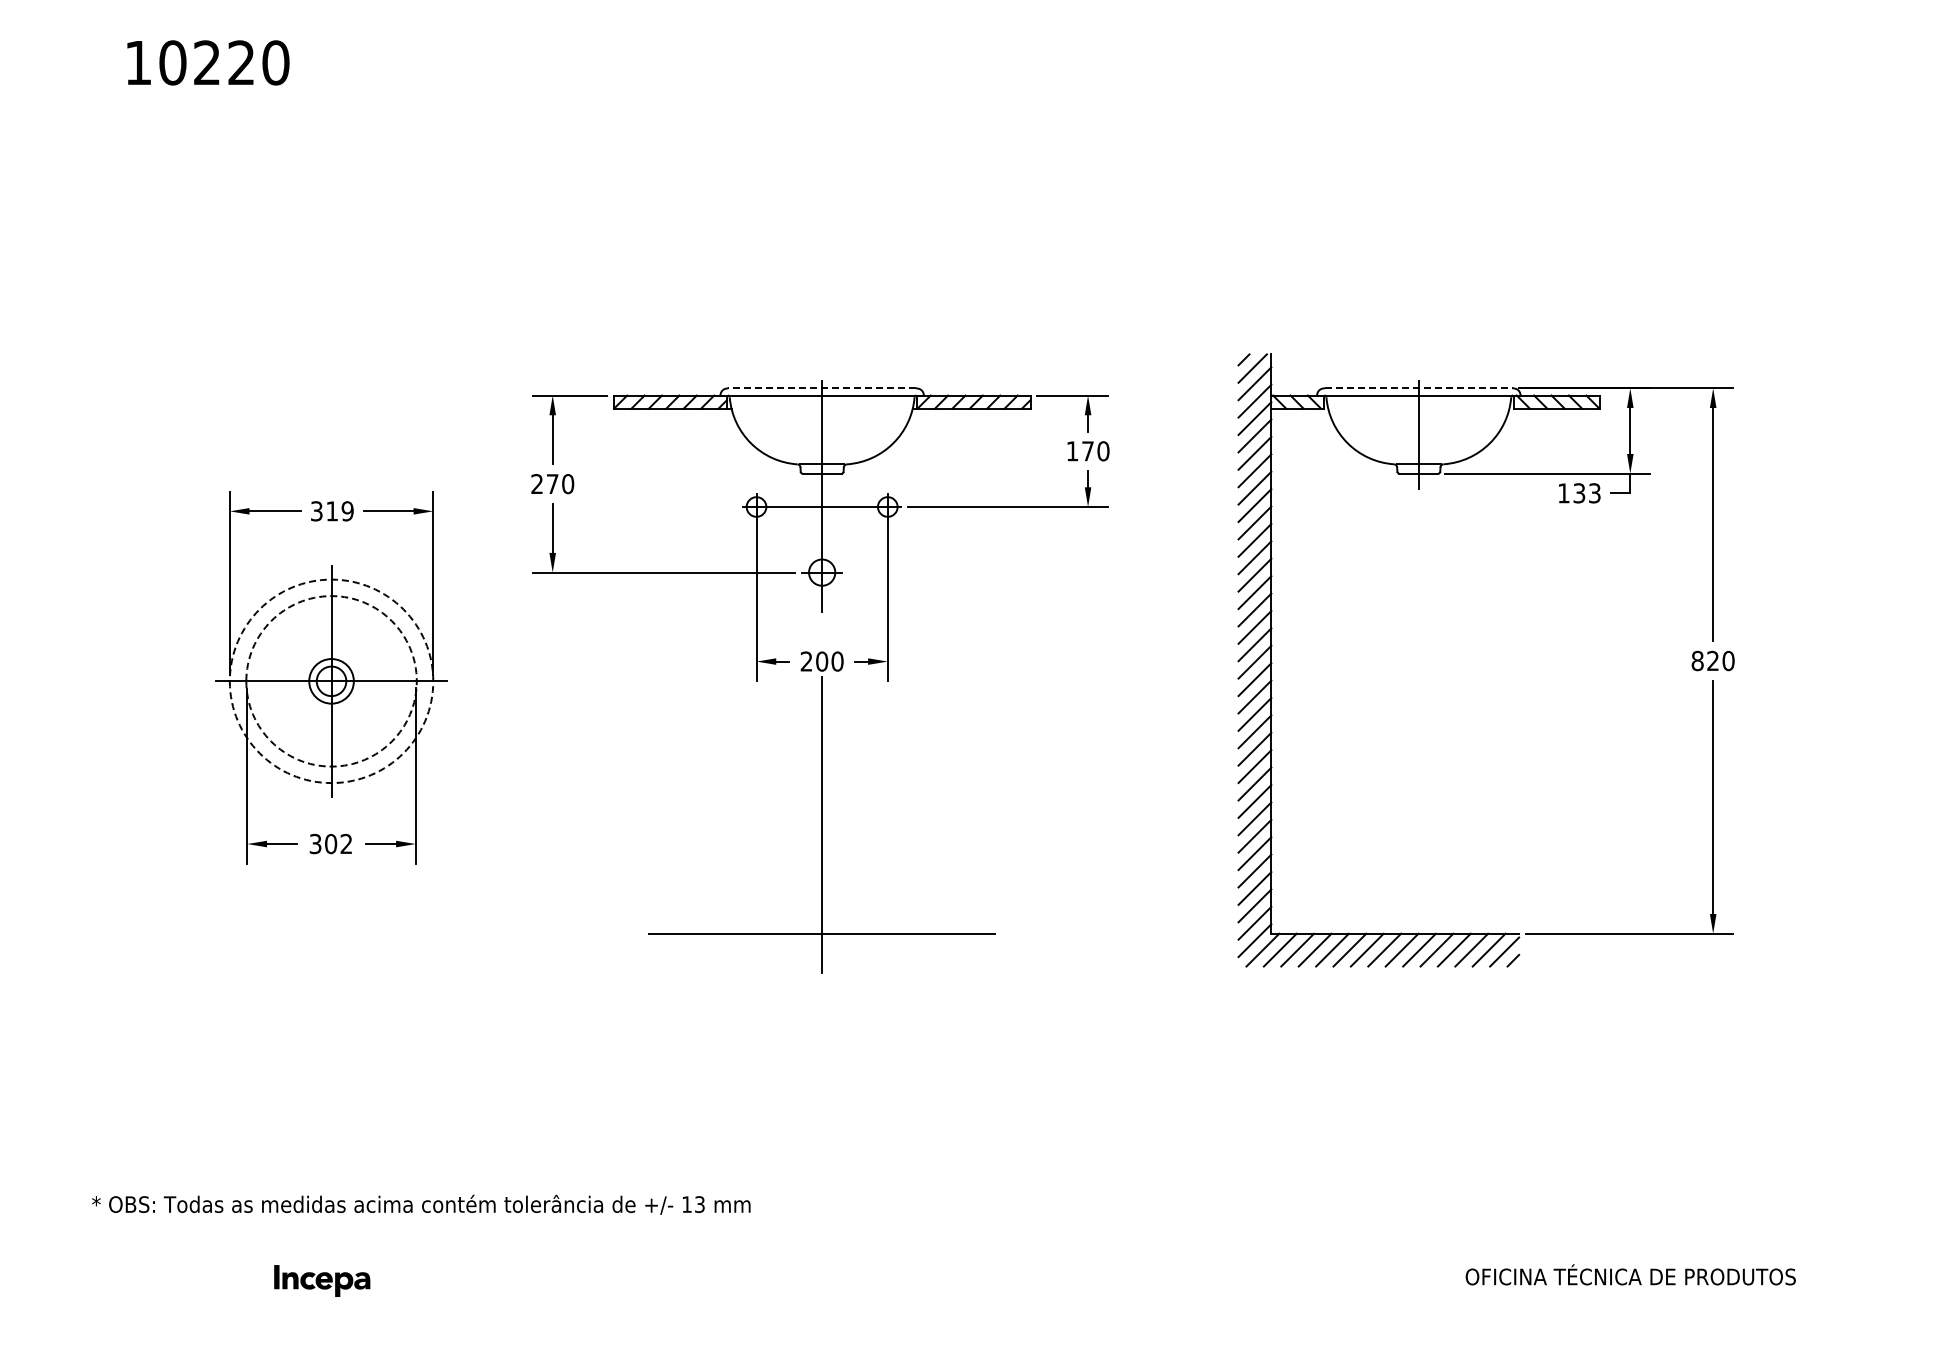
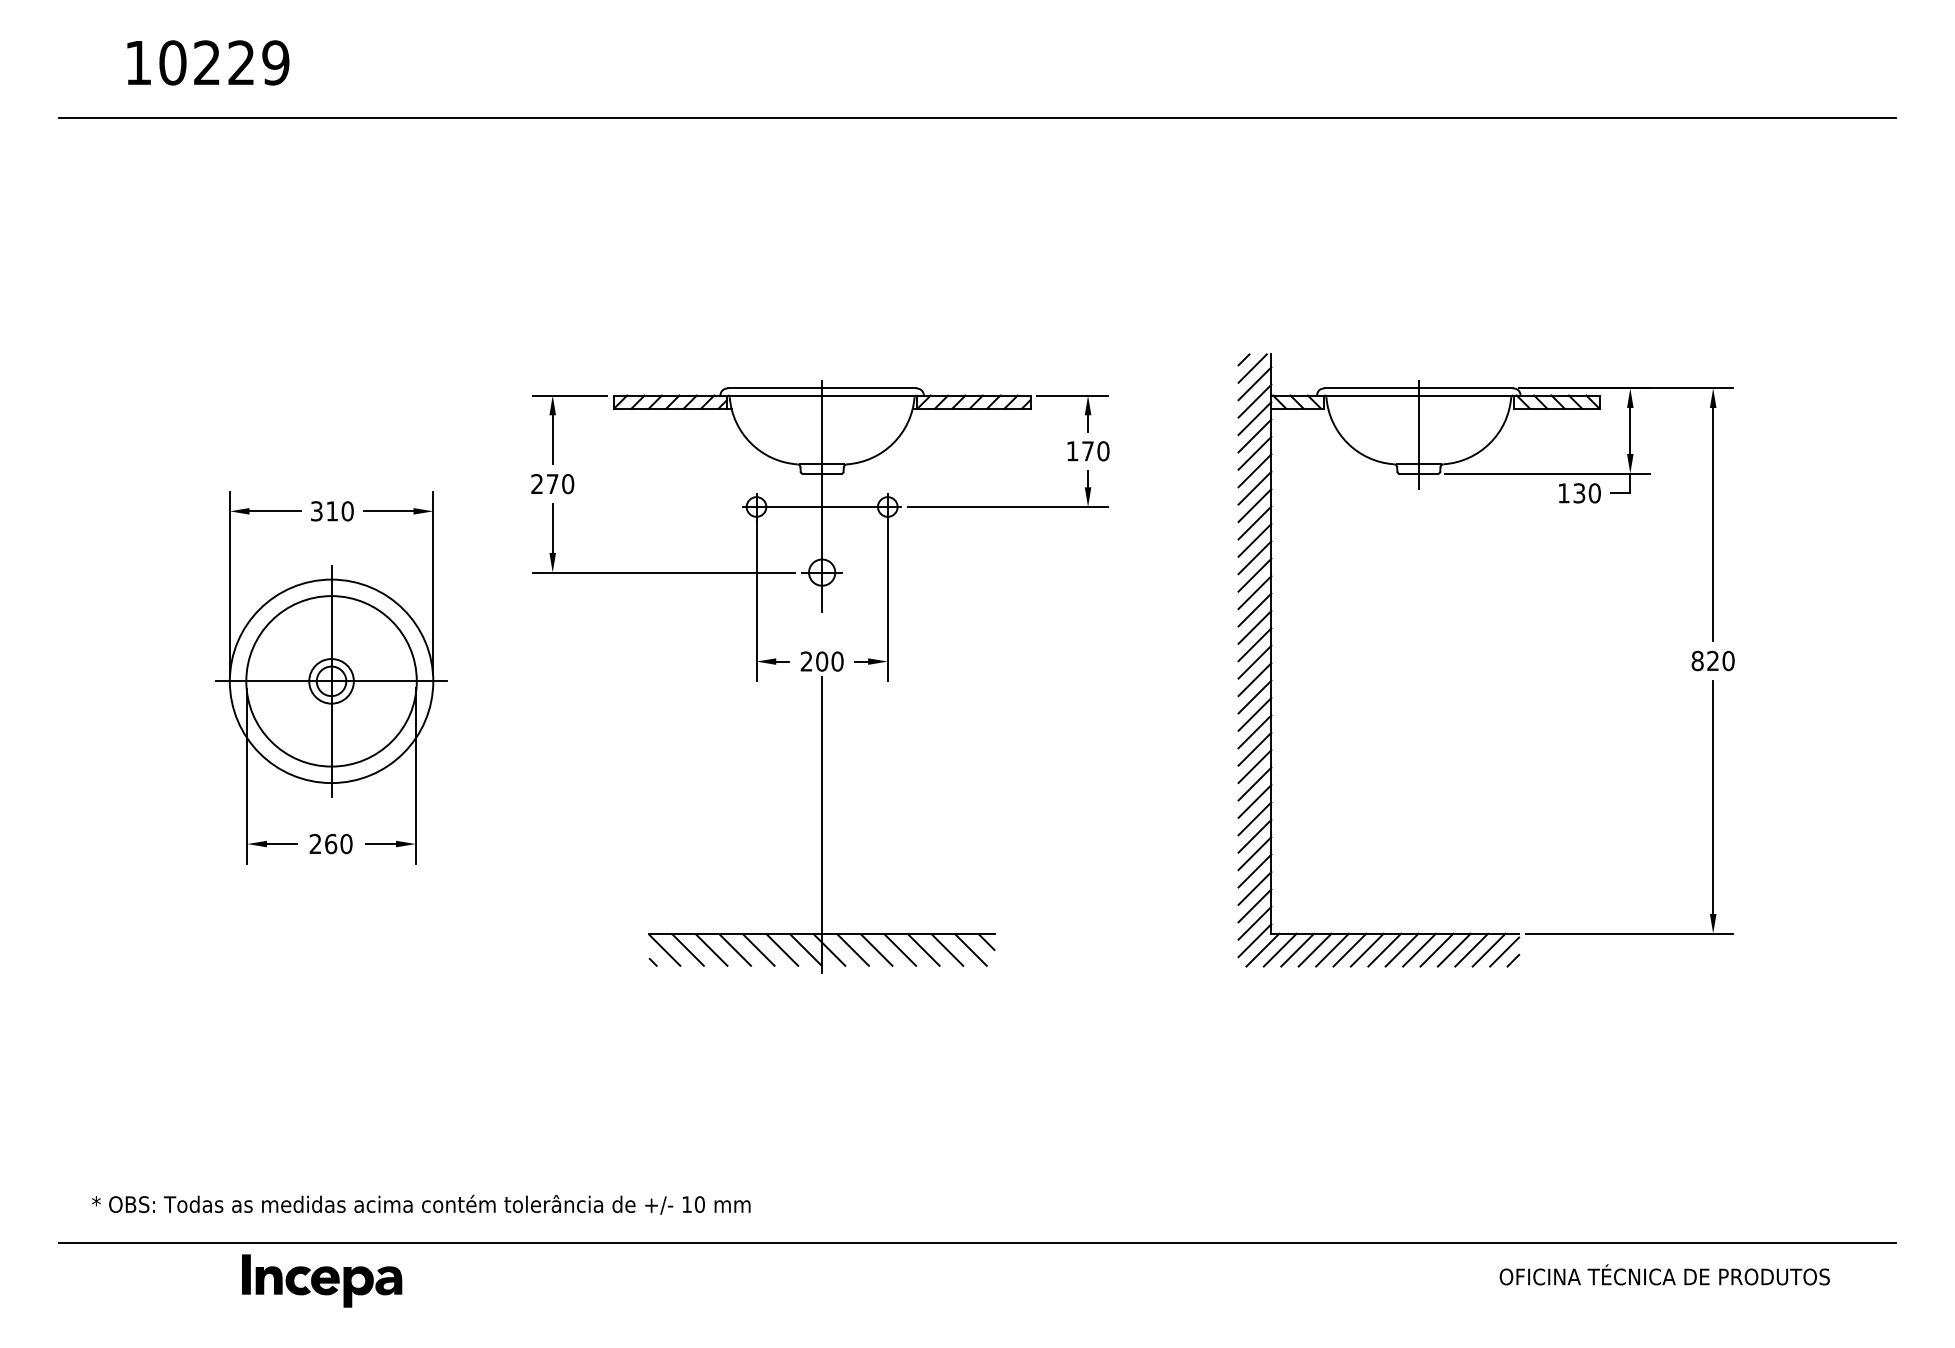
text at (275, 62): 10220 -> 10229
line at (977, 118): none -> present
line at (822, 388): dashed -> solid
line at (1418, 388): dashed -> solid
text at (1594, 493): 133 -> 130
text at (347, 511): 319 -> 310
circle at (331, 681): dashed -> solid
circle at (331, 681): dashed -> solid
text at (330, 843): 302 -> 260
hatch at (822, 949): none -> present
text at (699, 1204): 13 -> 10
line at (977, 1242): none -> present
text at (1630, 1274) position: (1630, 1274) -> (1664, 1274)
part at (322, 1280) size: 97x32 px -> 161x54 px
